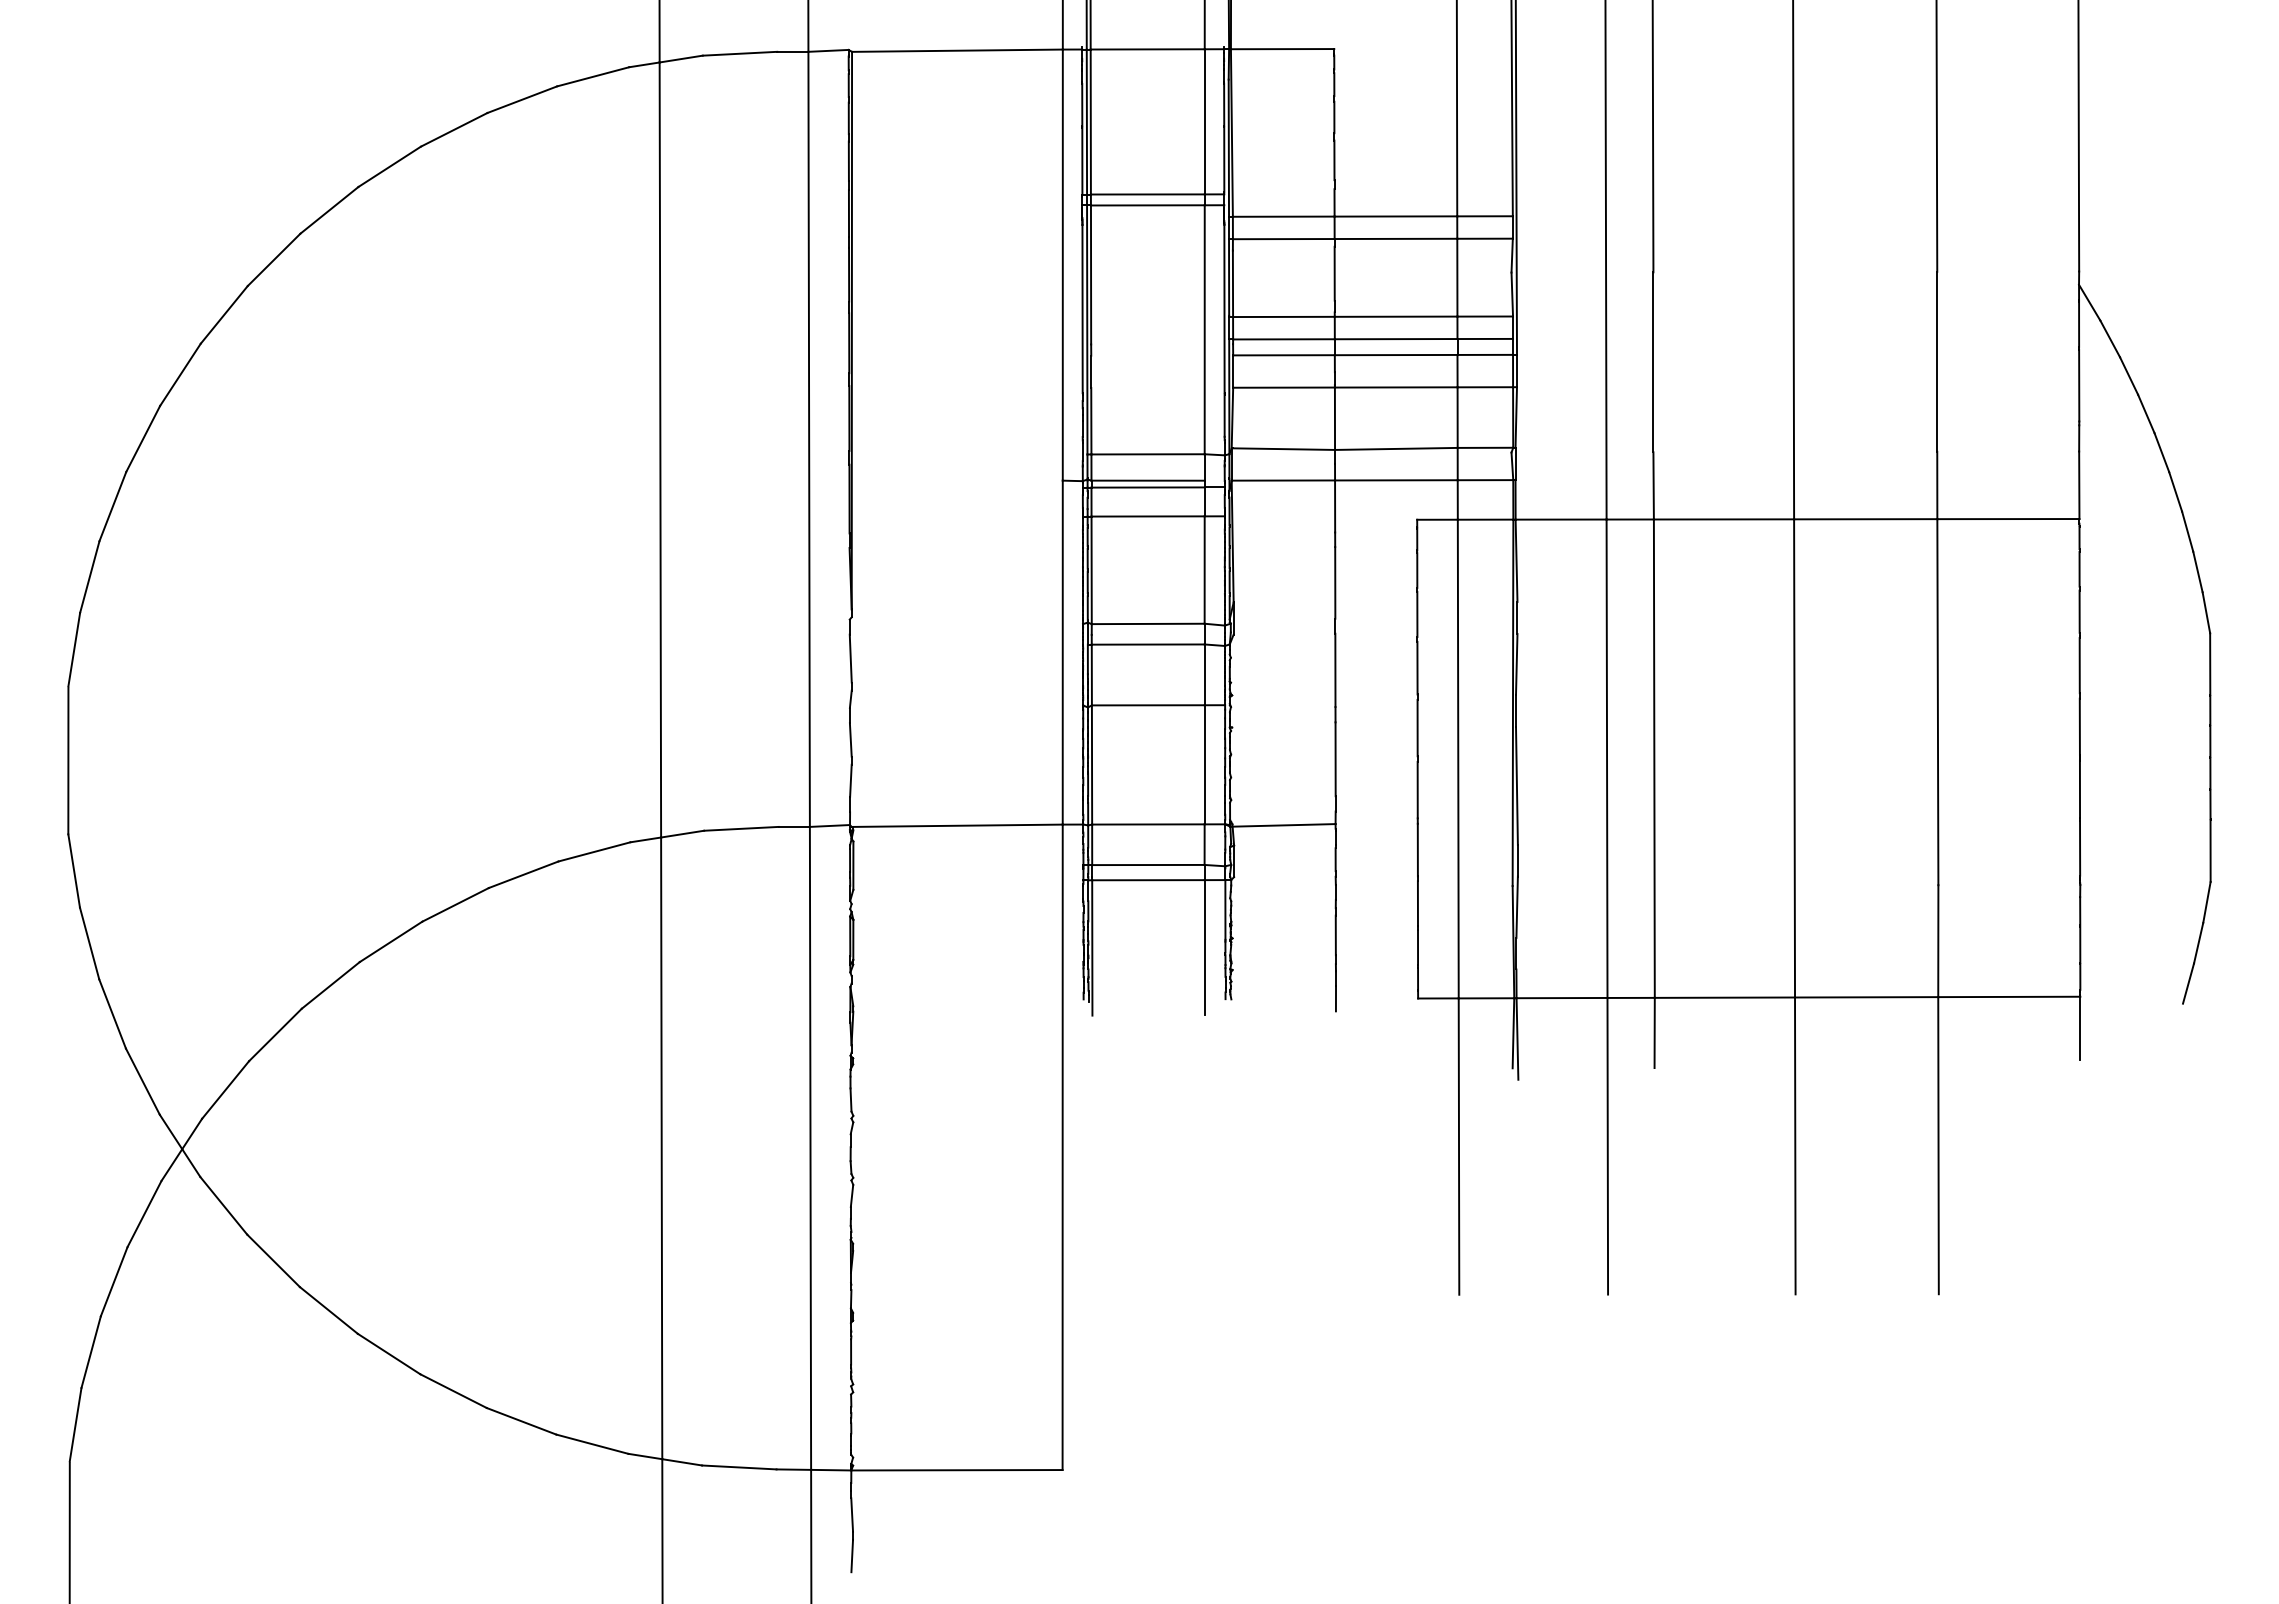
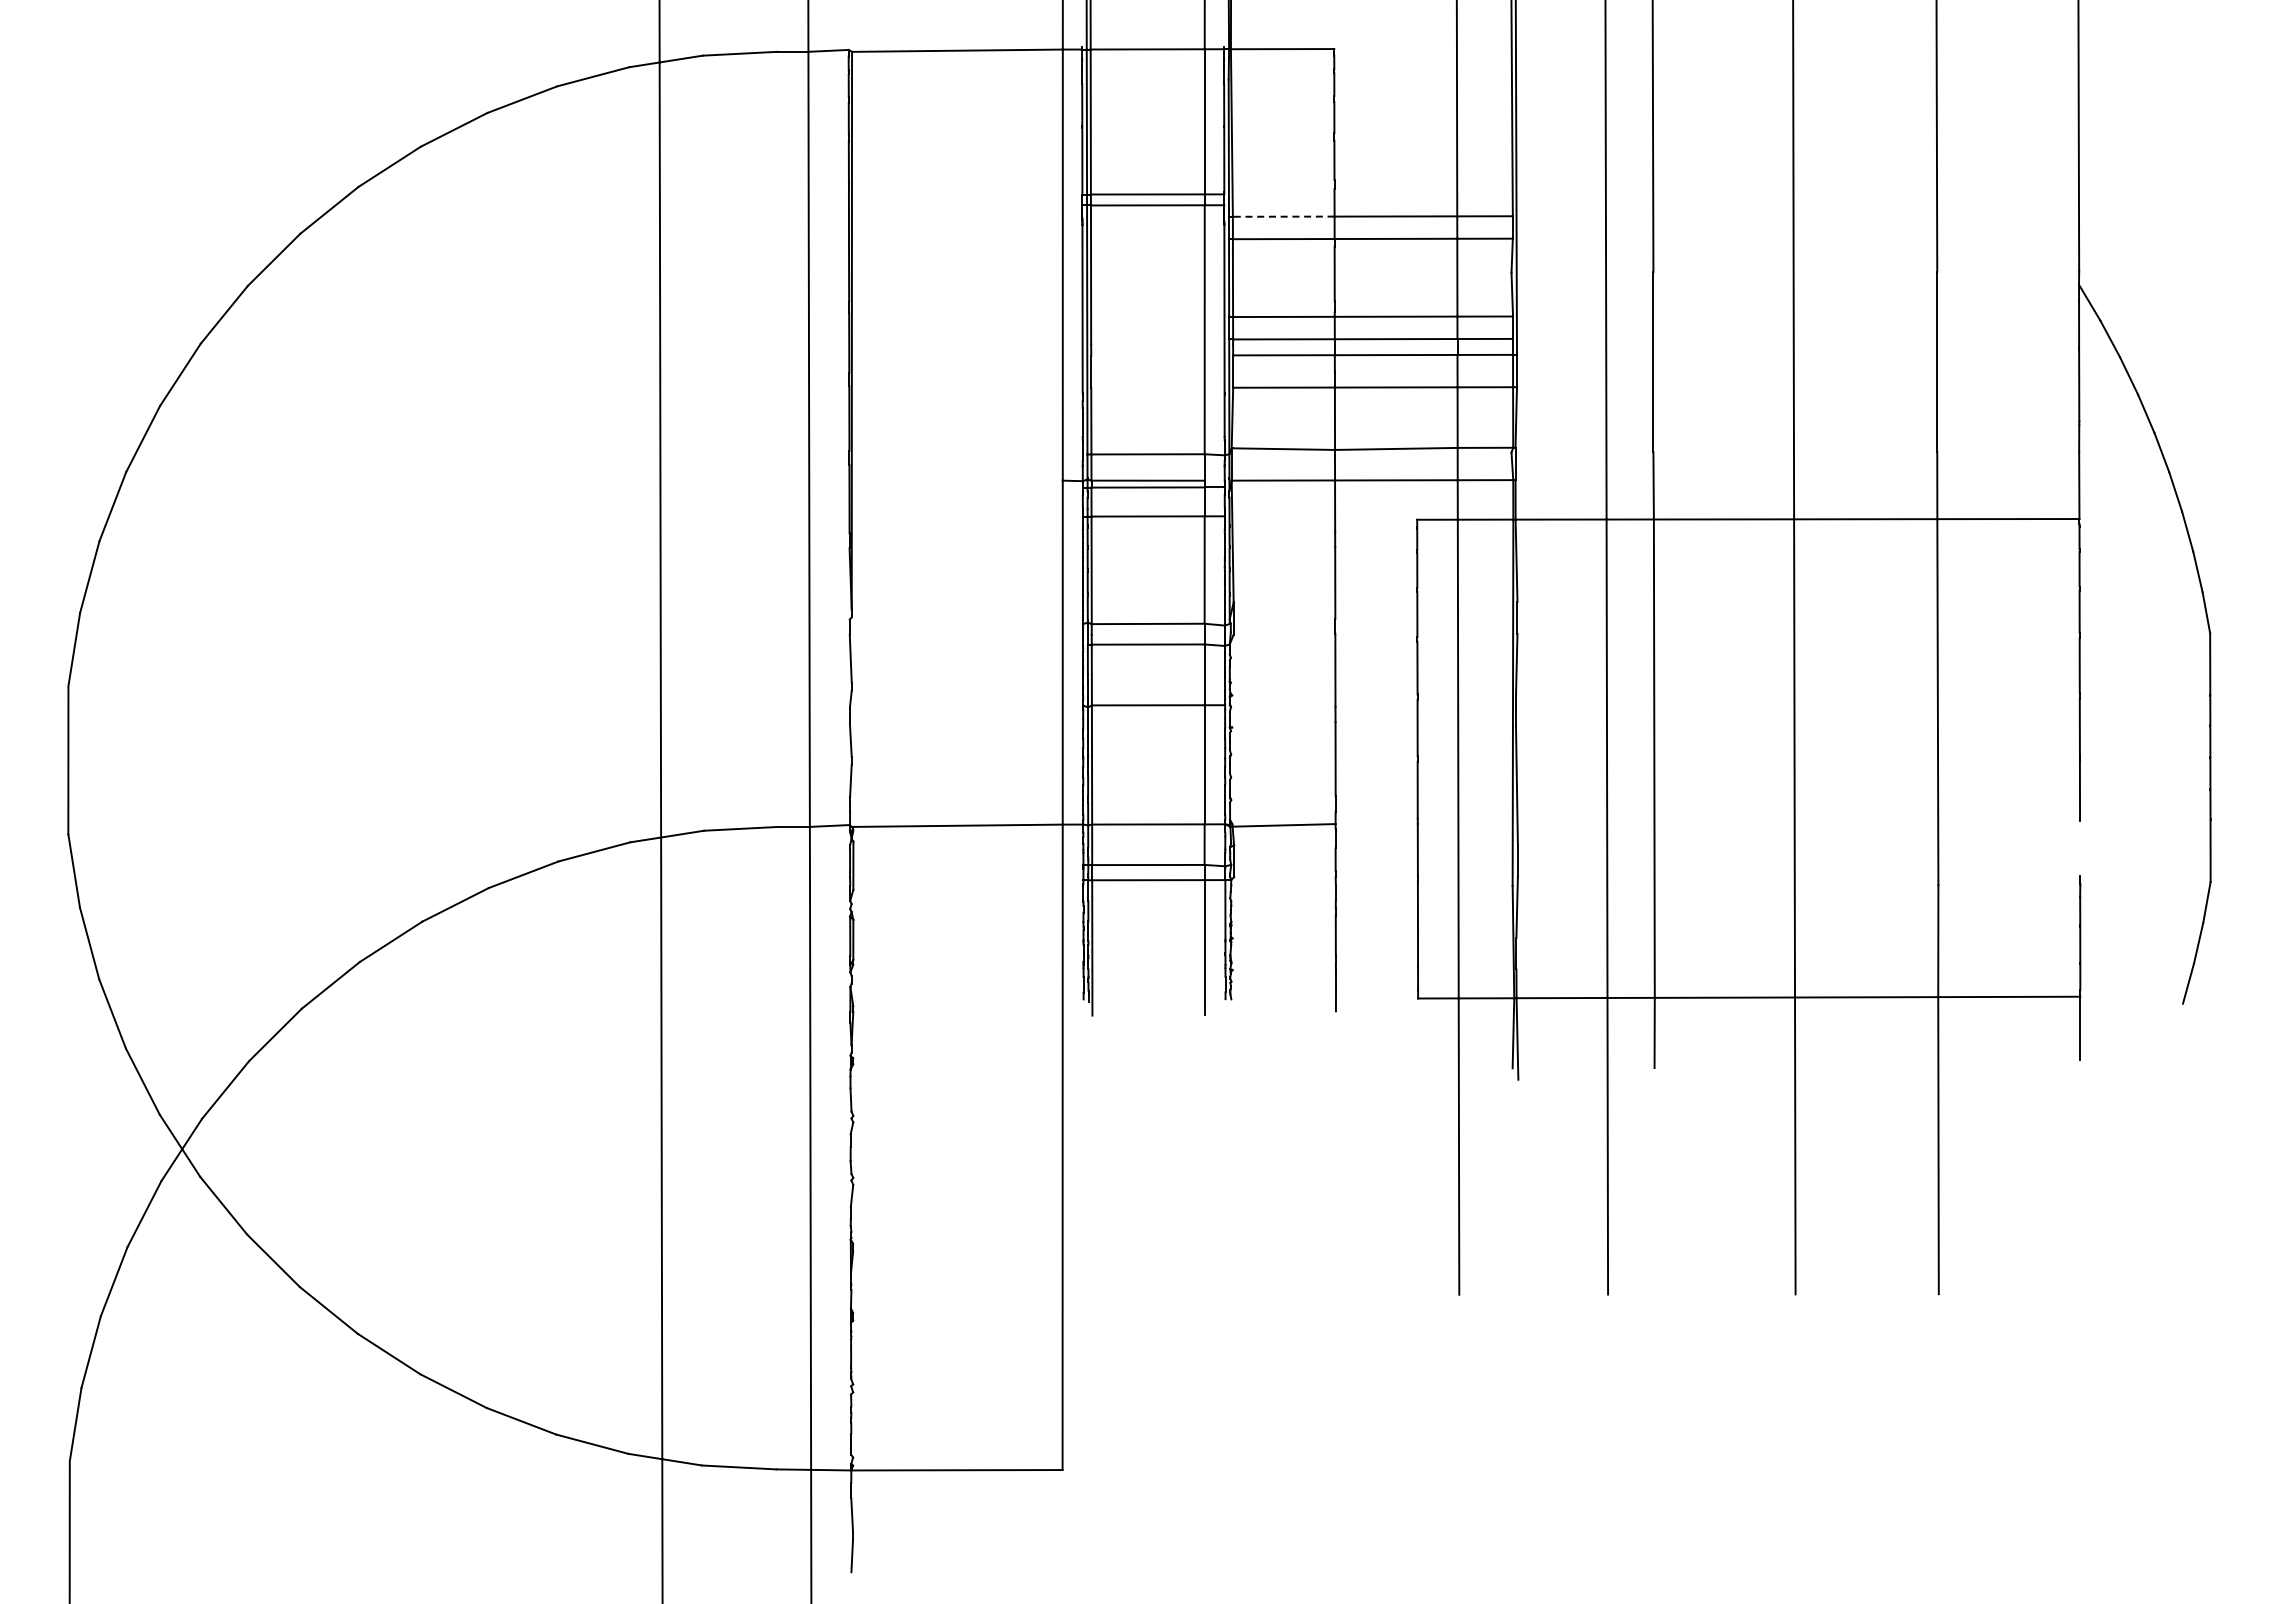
line at (1283, 216): solid -> dashed
line at (2080, 848): present -> none
